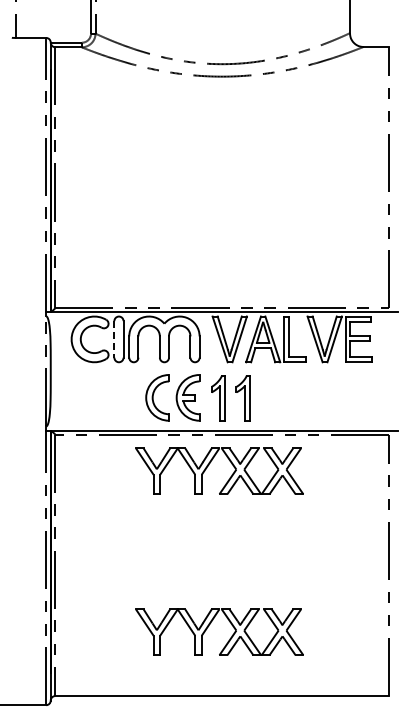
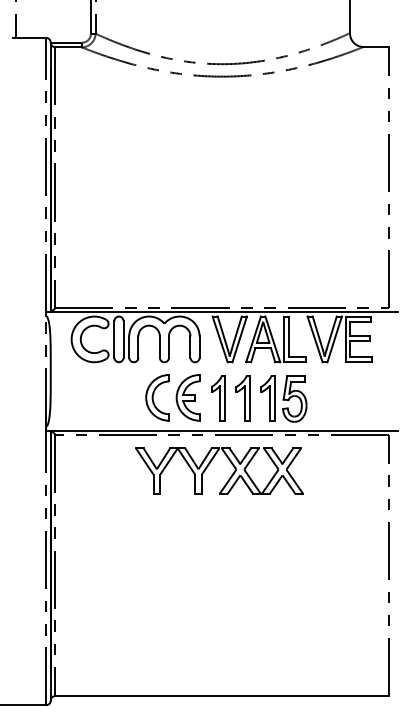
line at (114, 339): dashed -> solid
part at (283, 398): none -> present
part at (209, 626): present -> none
